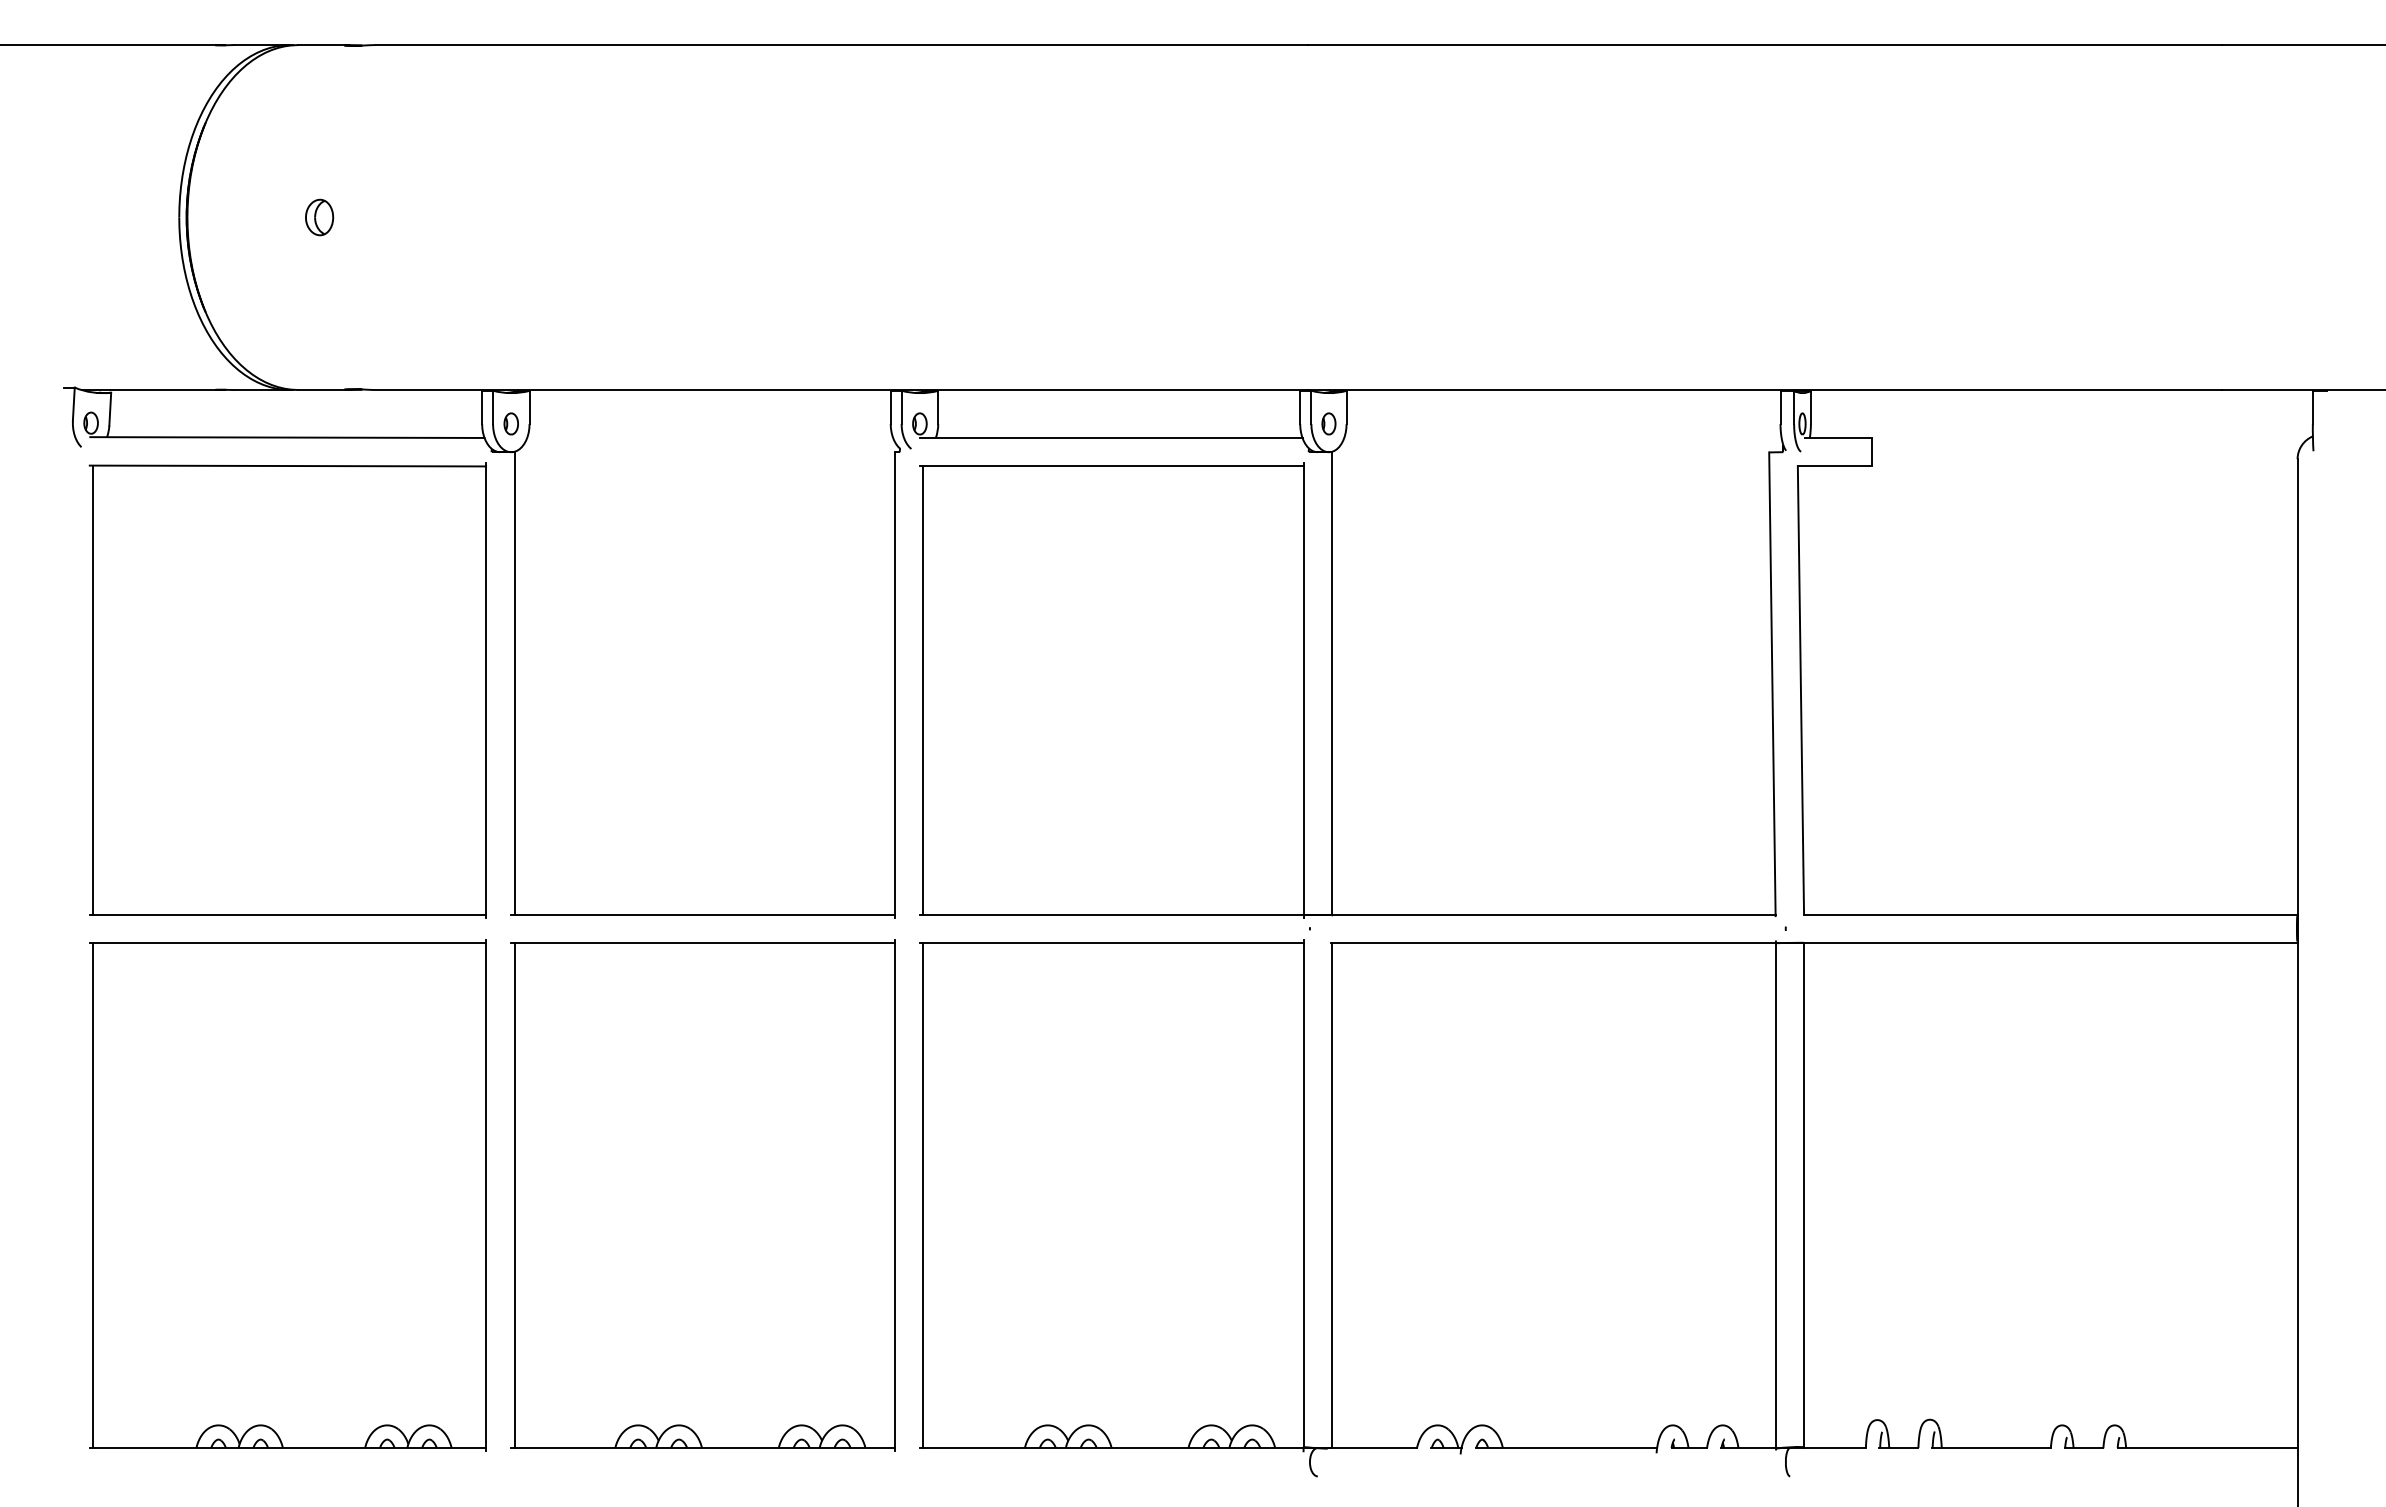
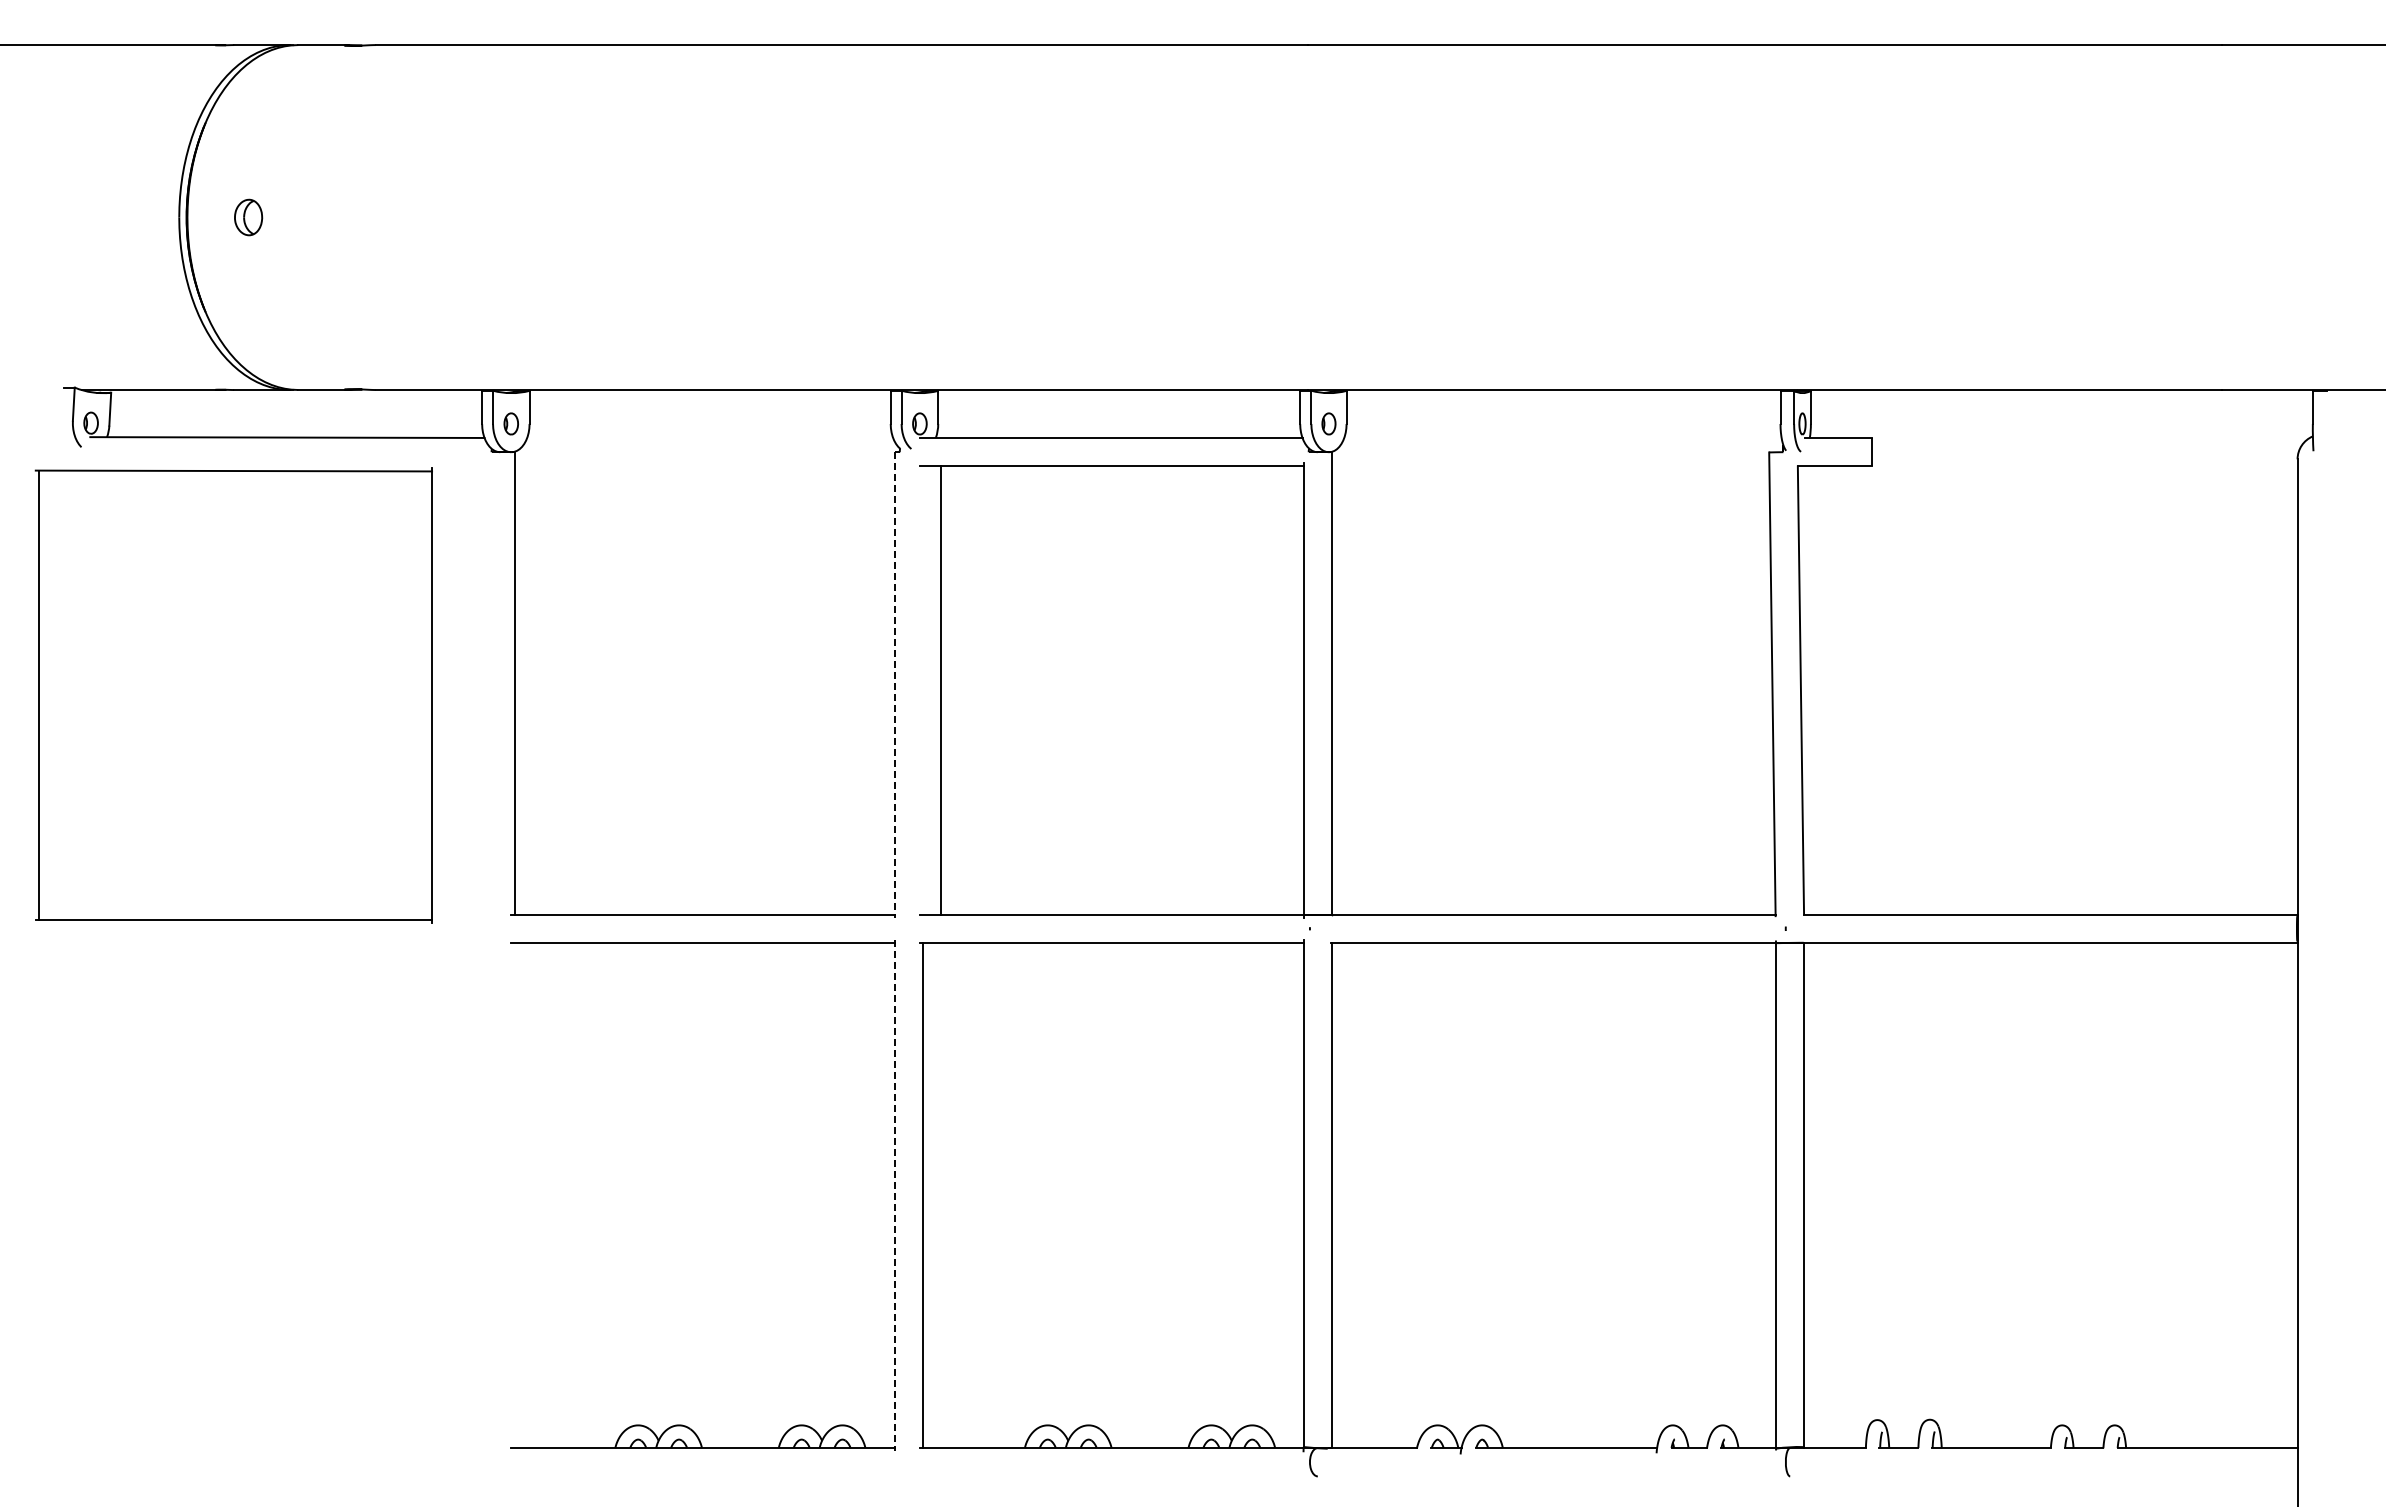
part at (319, 217) position: (319, 217) -> (248, 217)
line at (894, 685): solid -> dashed
part at (287, 690) position: (287, 690) -> (233, 695)
line at (923, 690) position: (923, 690) -> (941, 690)
part at (287, 1195): present -> none
line at (514, 1195): present -> none
line at (894, 1195): solid -> dashed
